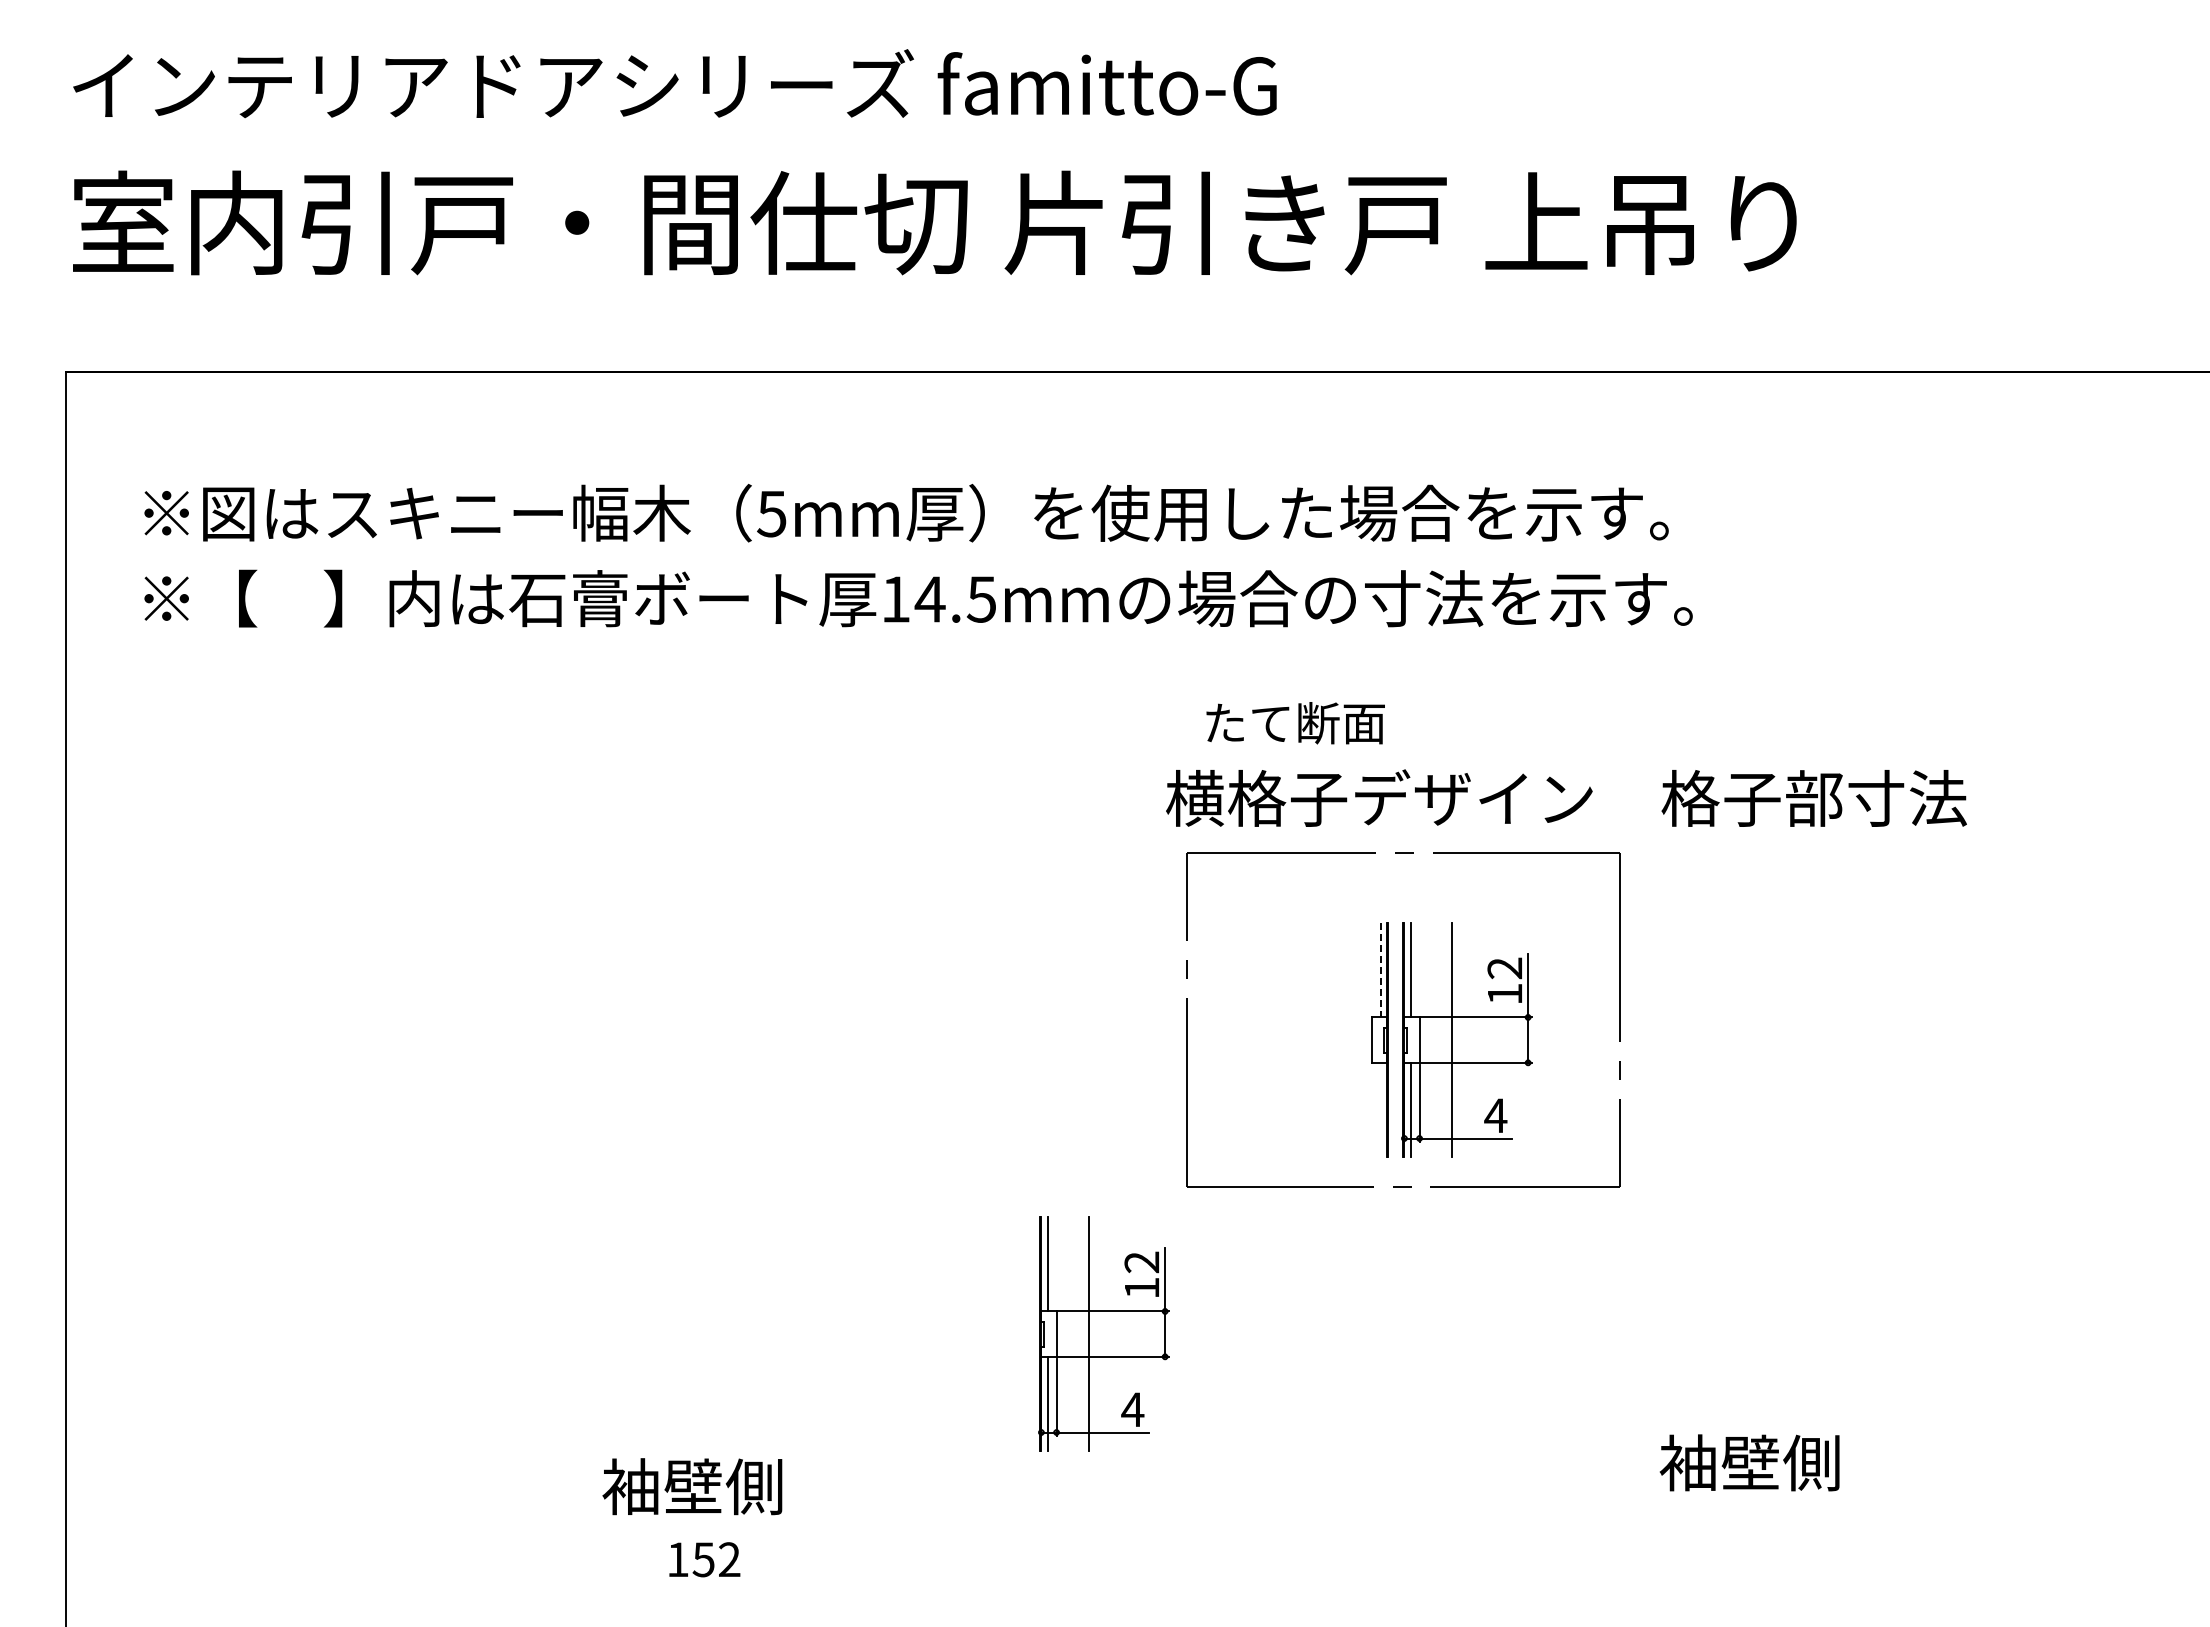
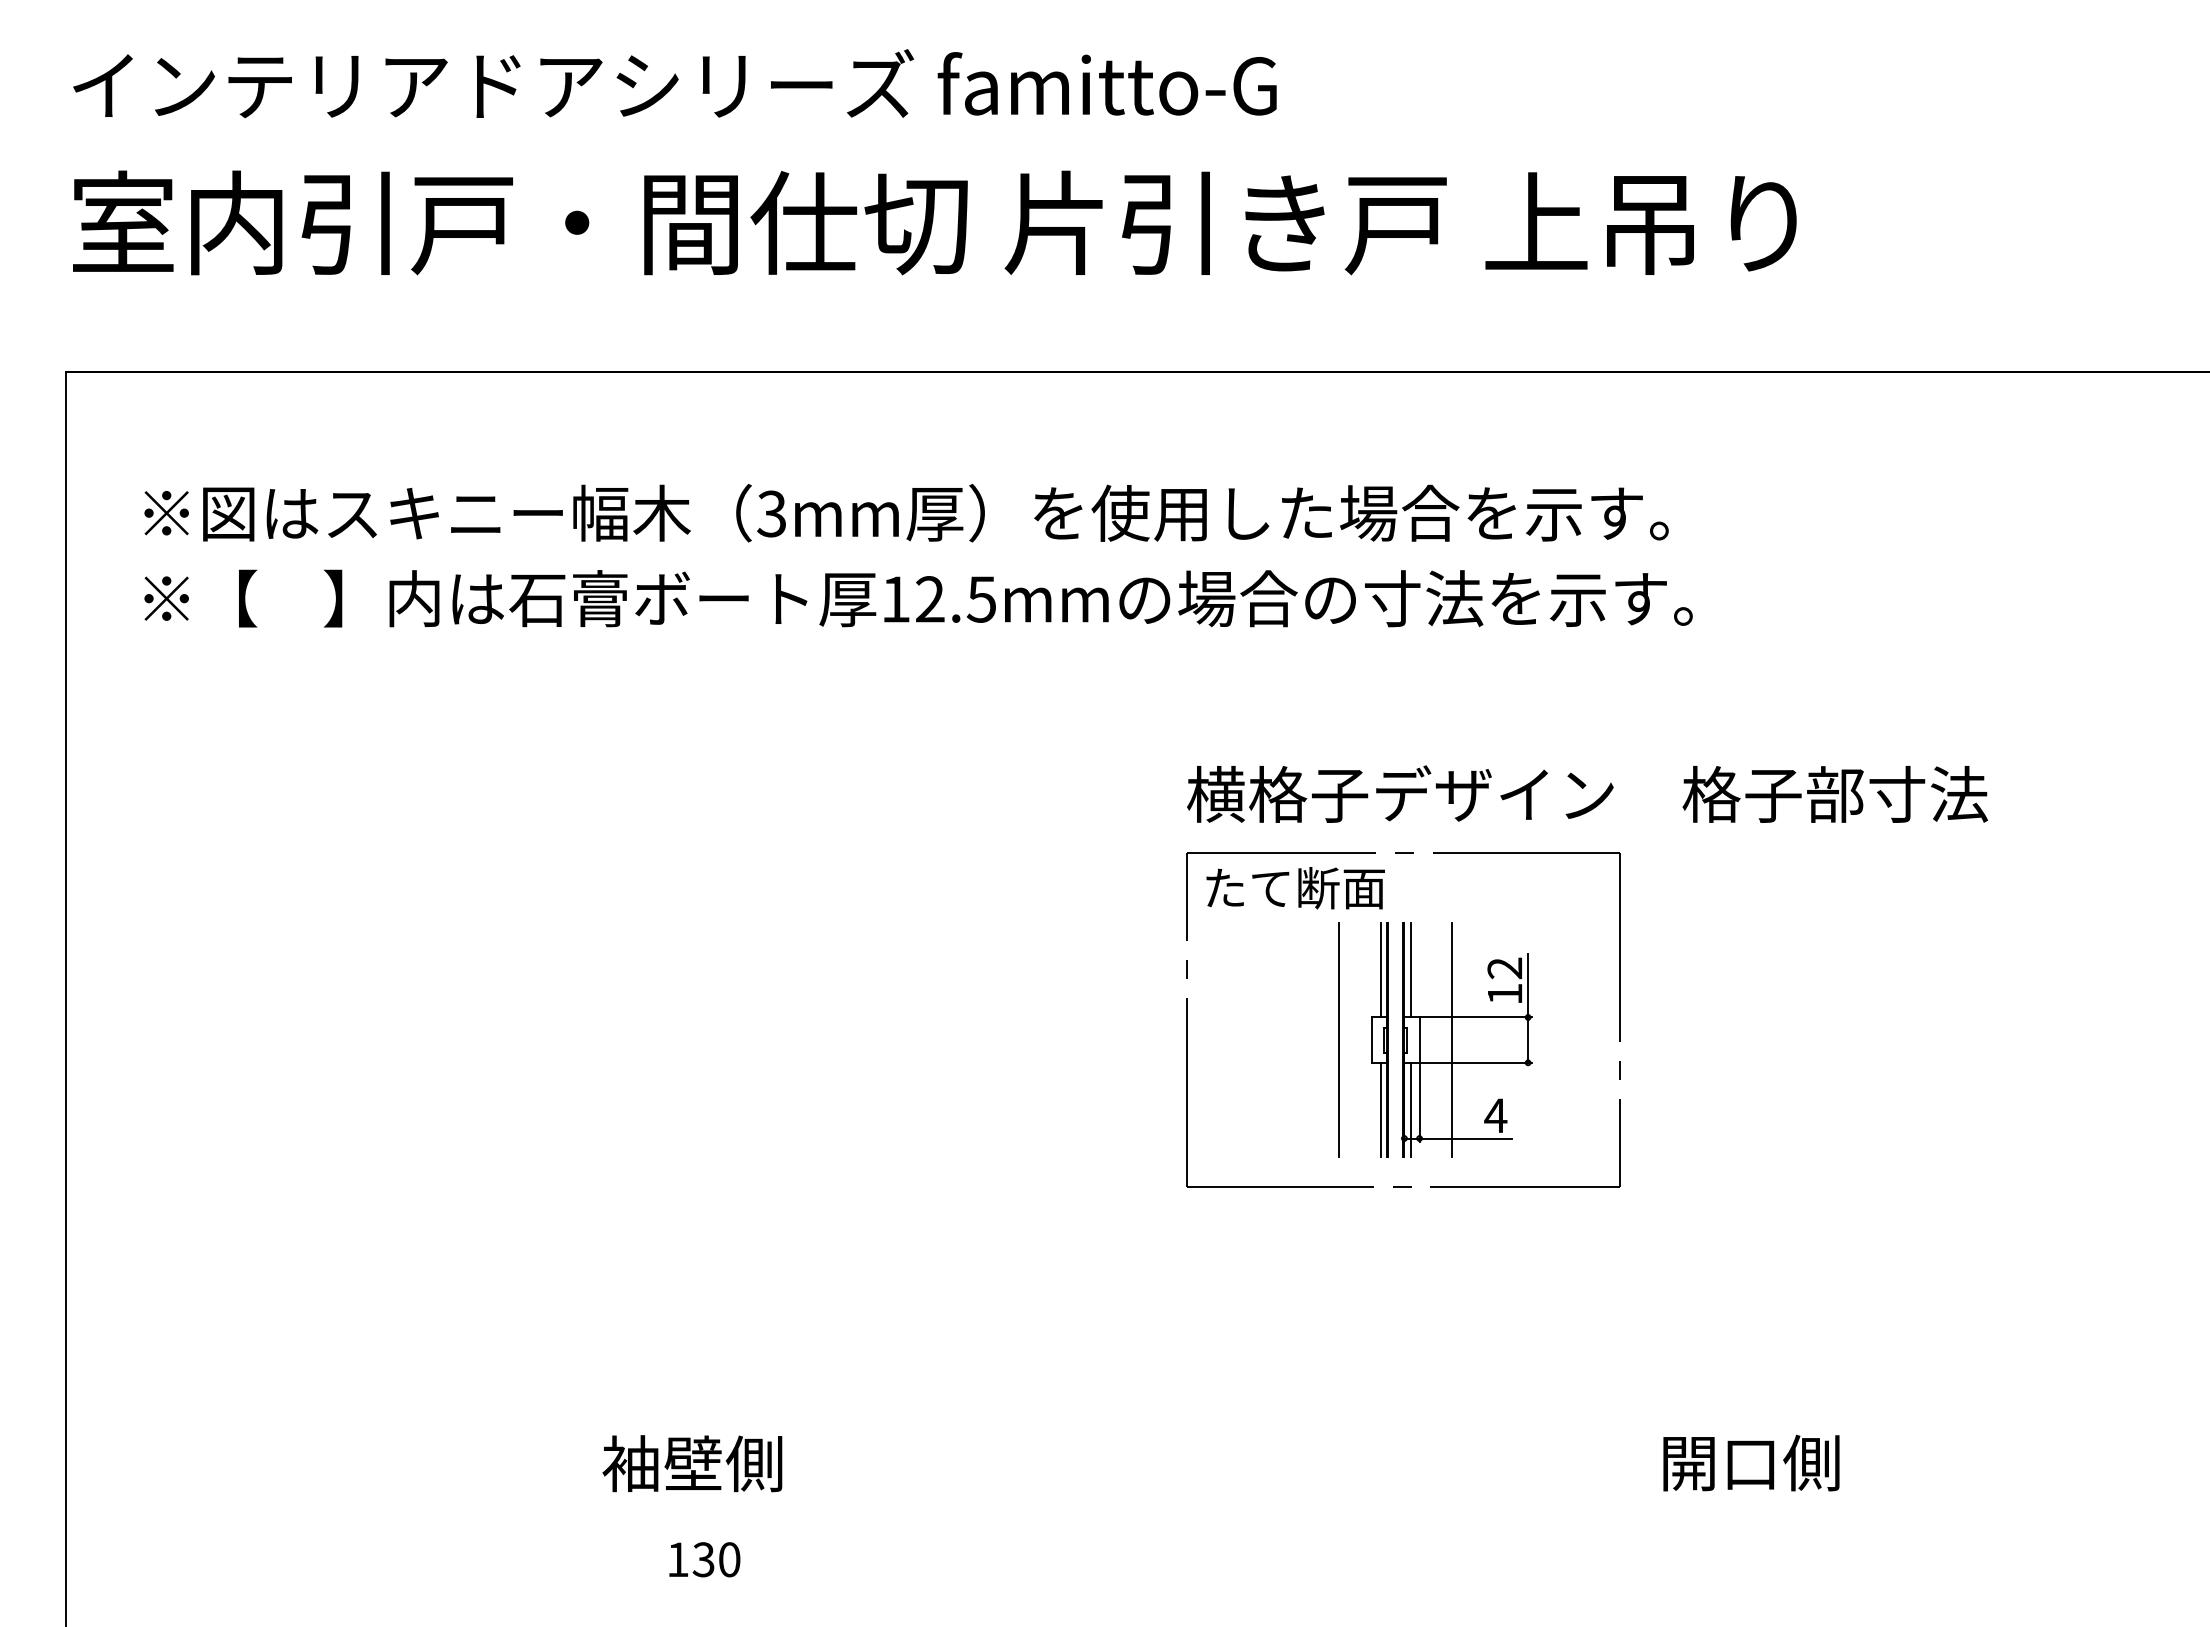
text at (771, 513): 5mm -> 3mm
text at (929, 599): 14.5mm -> 12.5mm
text at (1295, 723) position: (1295, 723) -> (1295, 888)
text at (1566, 797) position: (1566, 797) -> (1587, 793)
line at (1380, 970): dashed -> solid
line at (1338, 1040): none -> present
line at (1380, 1109): none -> present
part at (1103, 1333): present -> none
text at (1718, 1462): 袖壁側 -> 開口側
text at (692, 1486) position: (692, 1486) -> (692, 1463)
text at (716, 1559): 152 -> 130
